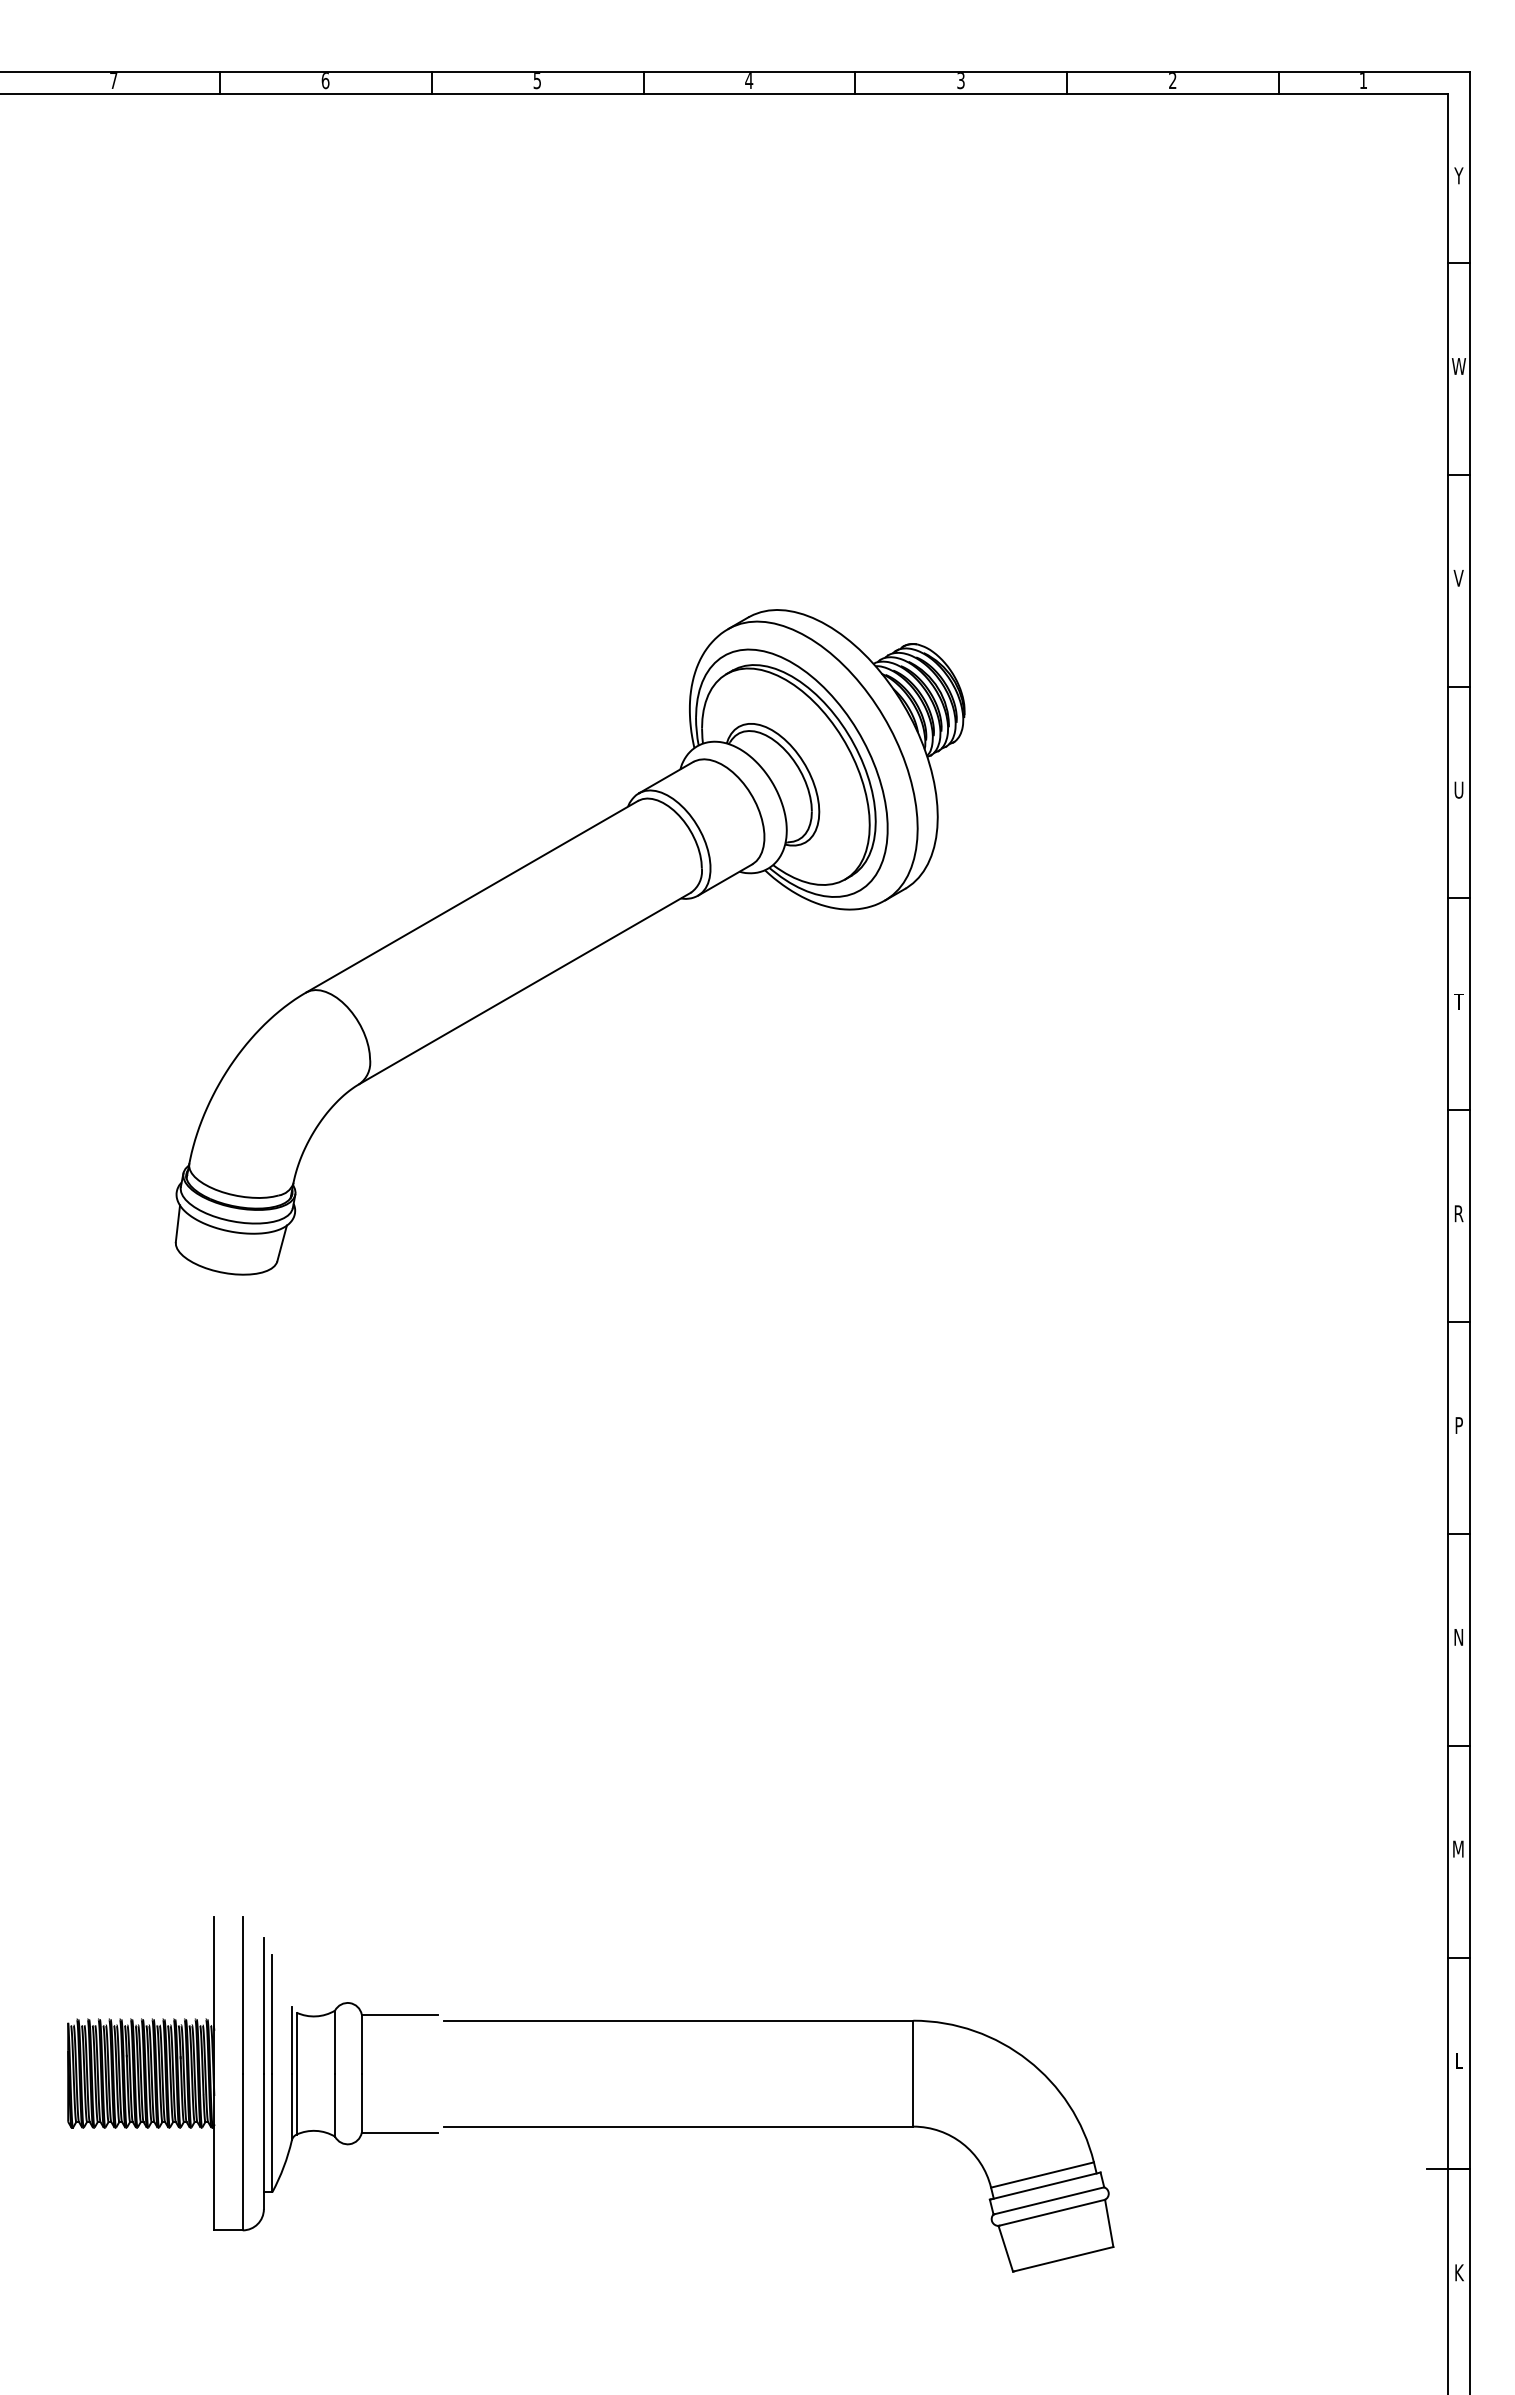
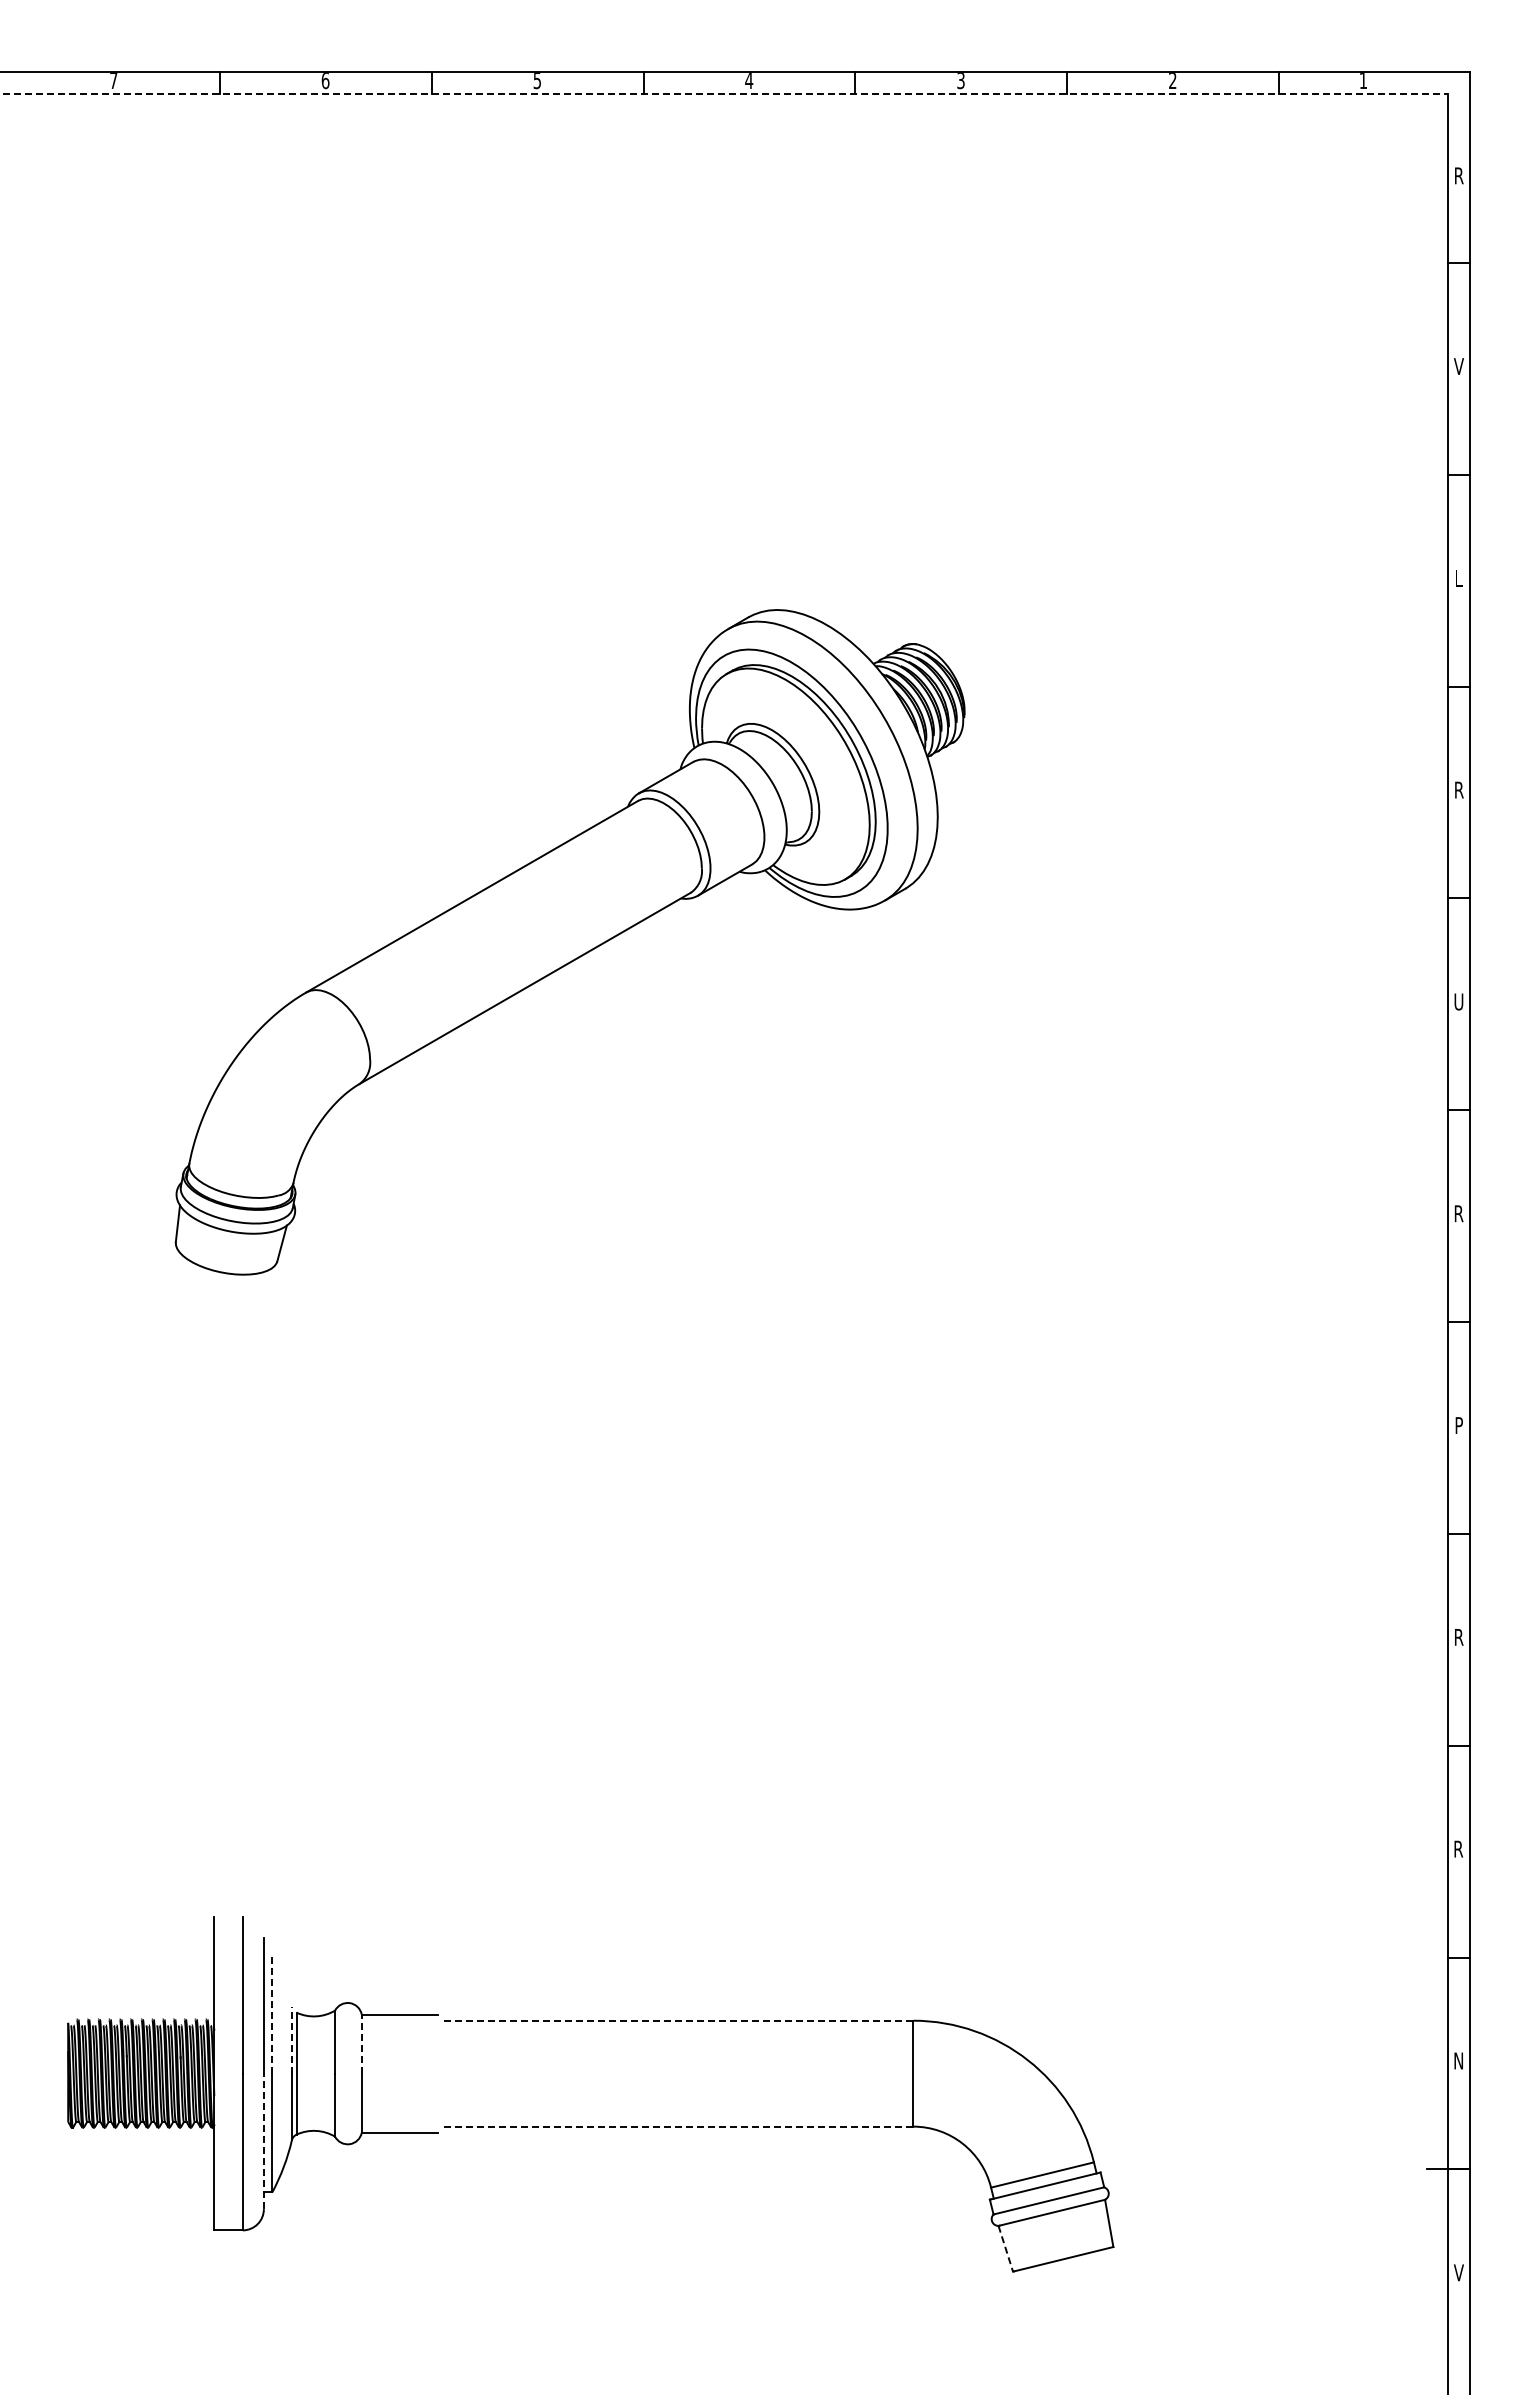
line at (724, 93): solid -> dashed
text at (1458, 175): Y -> R
text at (1458, 366): W -> V
text at (1458, 577): V -> L
text at (1458, 789): U -> R
text at (1458, 1001): T -> U
text at (1458, 1637): N -> R
text at (1458, 1848): M -> R
line at (272, 2013): solid -> dashed
line at (678, 2020): solid -> dashed
line at (291, 2039): solid -> dashed
line at (361, 2044): solid -> dashed
text at (1458, 2060): L -> N
line at (678, 2126): solid -> dashed
line at (263, 2141): solid -> dashed
line at (1005, 2248): solid -> dashed
text at (1458, 2272): K -> V
